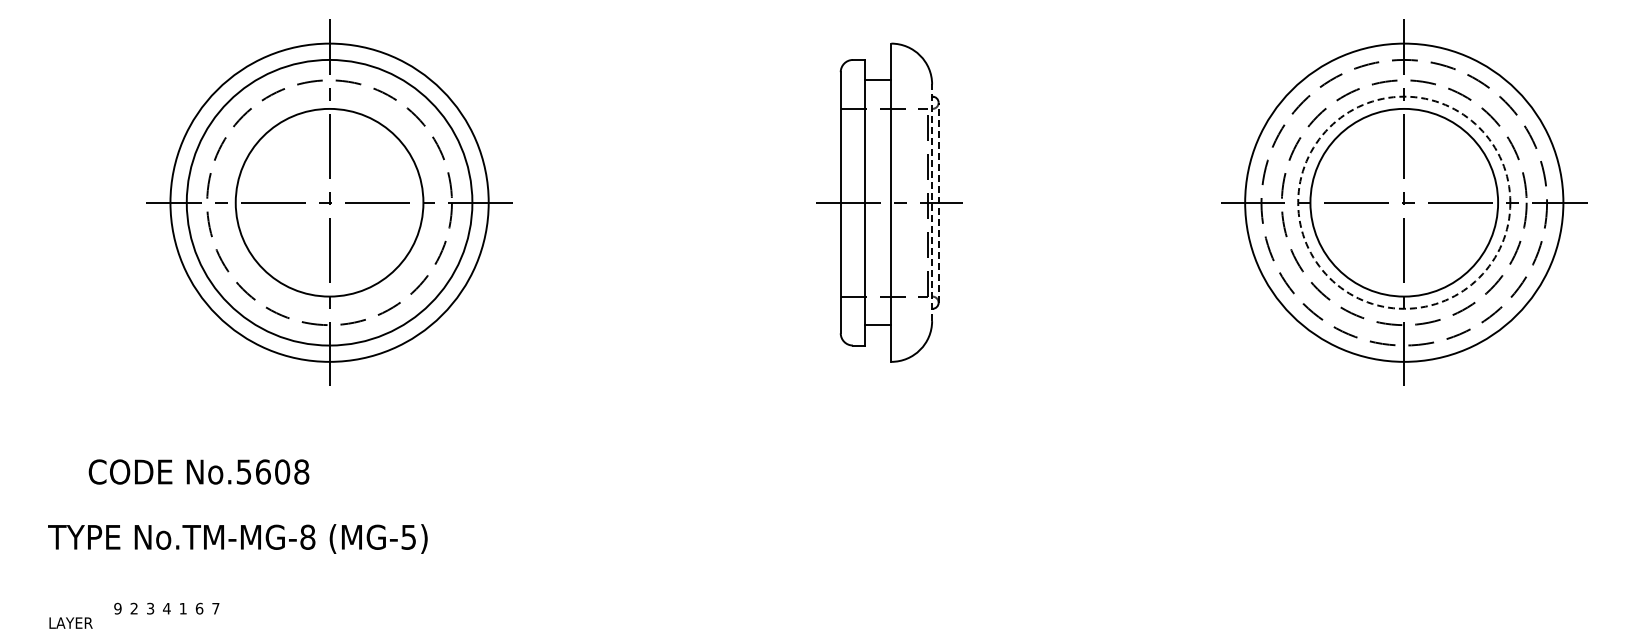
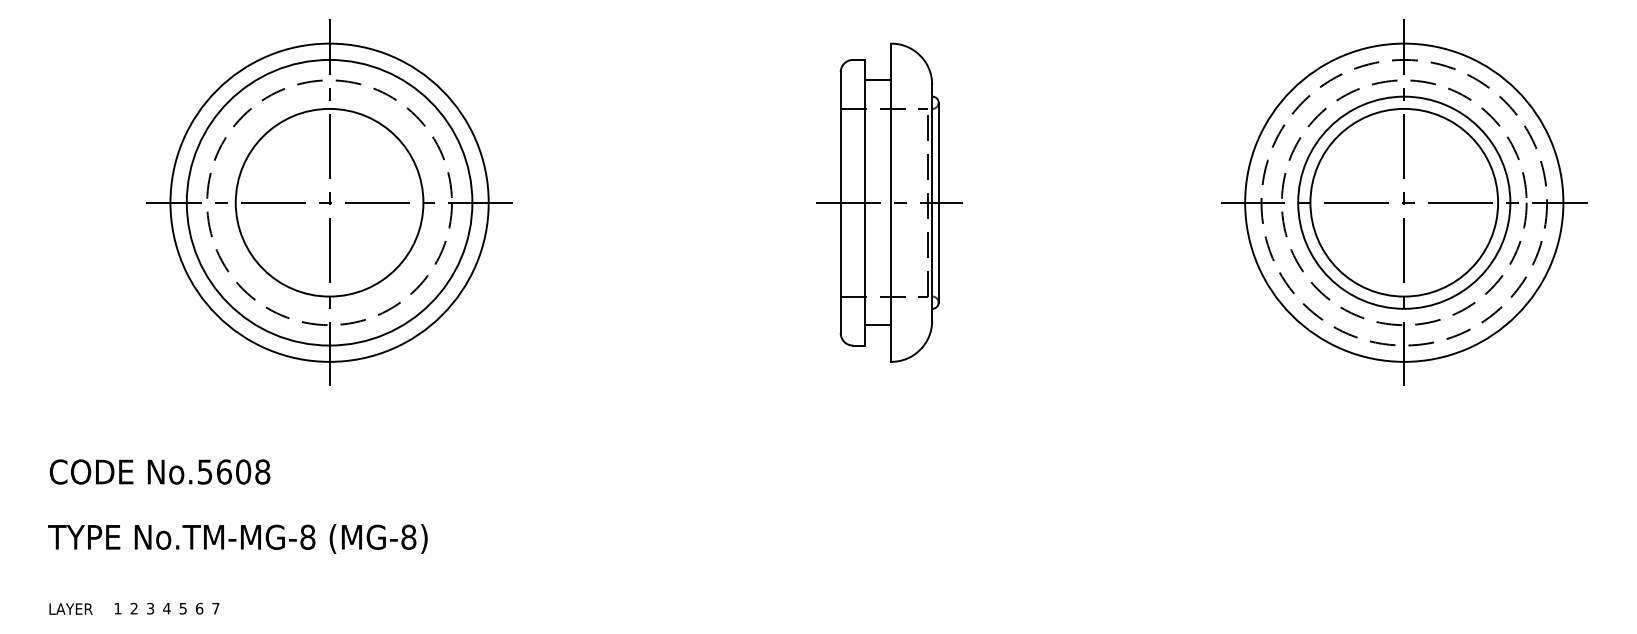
line at (932, 202): dashed -> solid
line at (938, 202): dashed -> solid
circle at (1404, 202): dashed -> solid
text at (198, 471) position: (198, 471) -> (159, 471)
text at (408, 536): (MG-5) -> (MG-8)
text at (117, 608): 9 -> 1
text at (182, 608): 1 -> 5
text at (70, 622) position: (70, 622) -> (70, 608)
